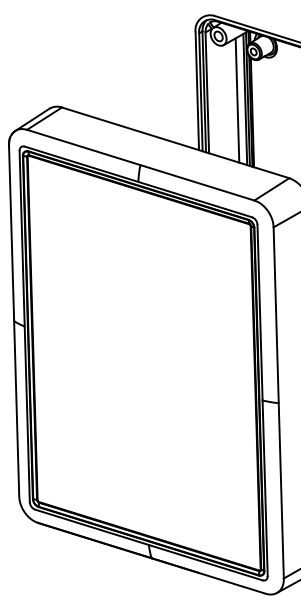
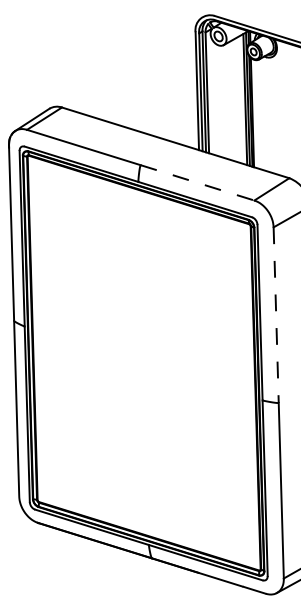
line at (237, 100): present -> none
line at (197, 182): solid -> dashed
line at (276, 315): solid -> dashed
